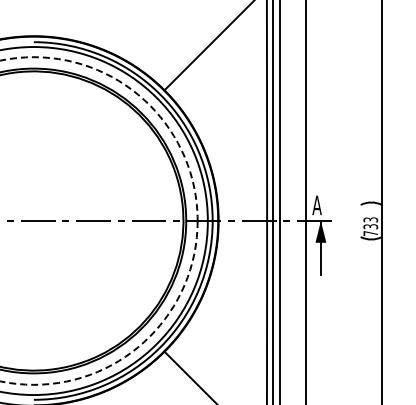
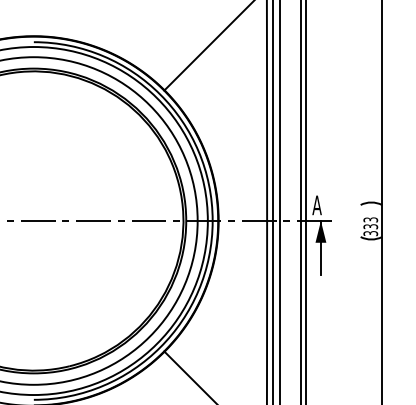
line at (301, 201): none -> present
circle at (98, 220): dashed -> solid
text at (370, 233): 733 -> 333
